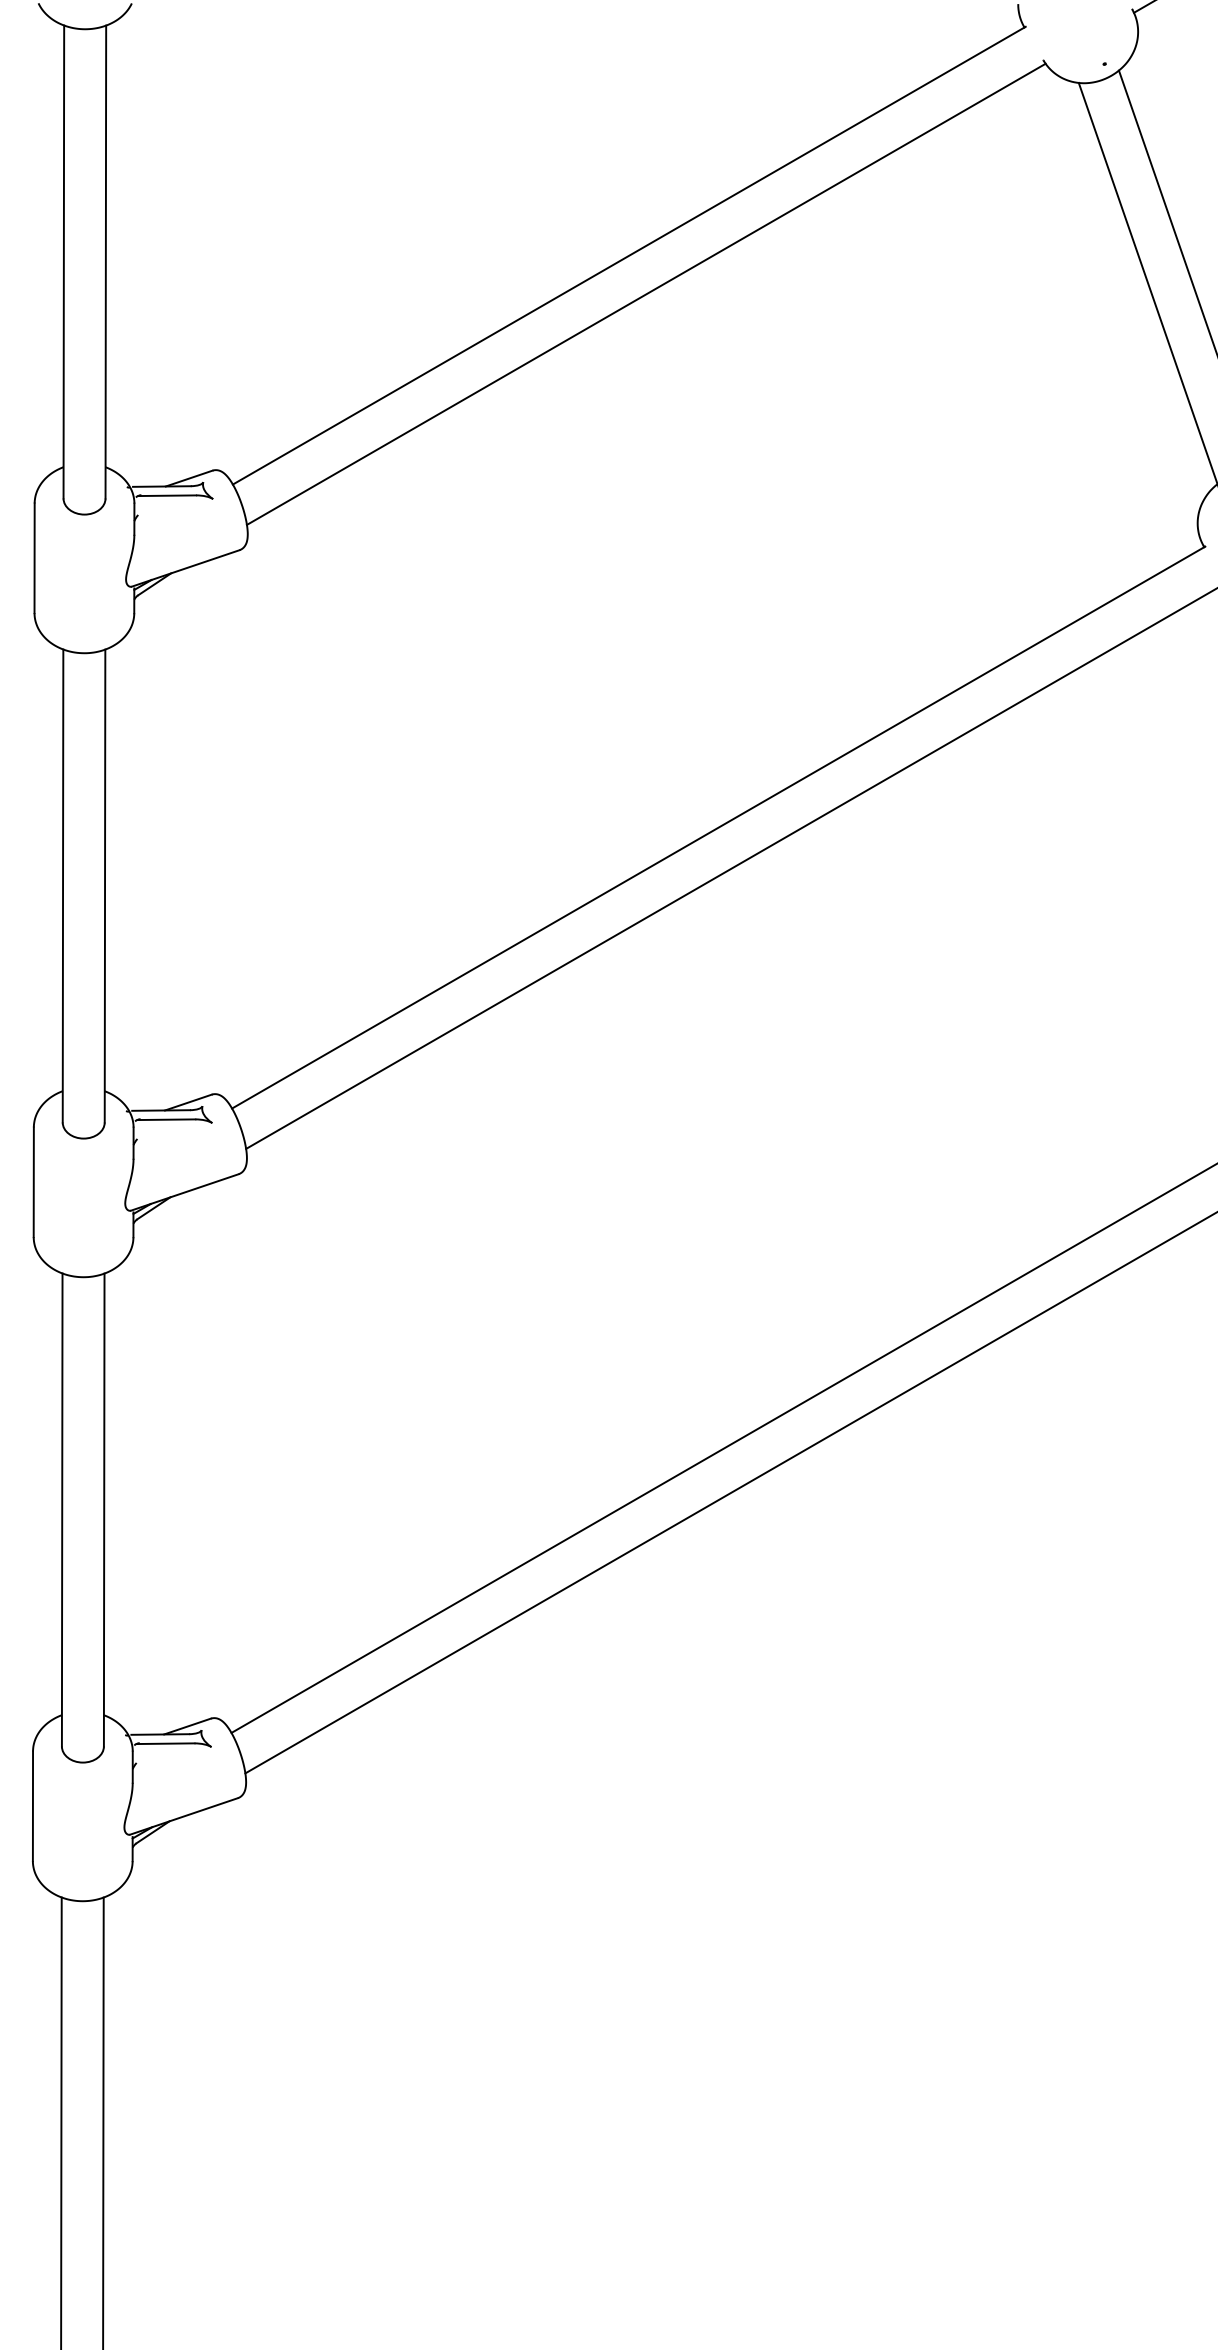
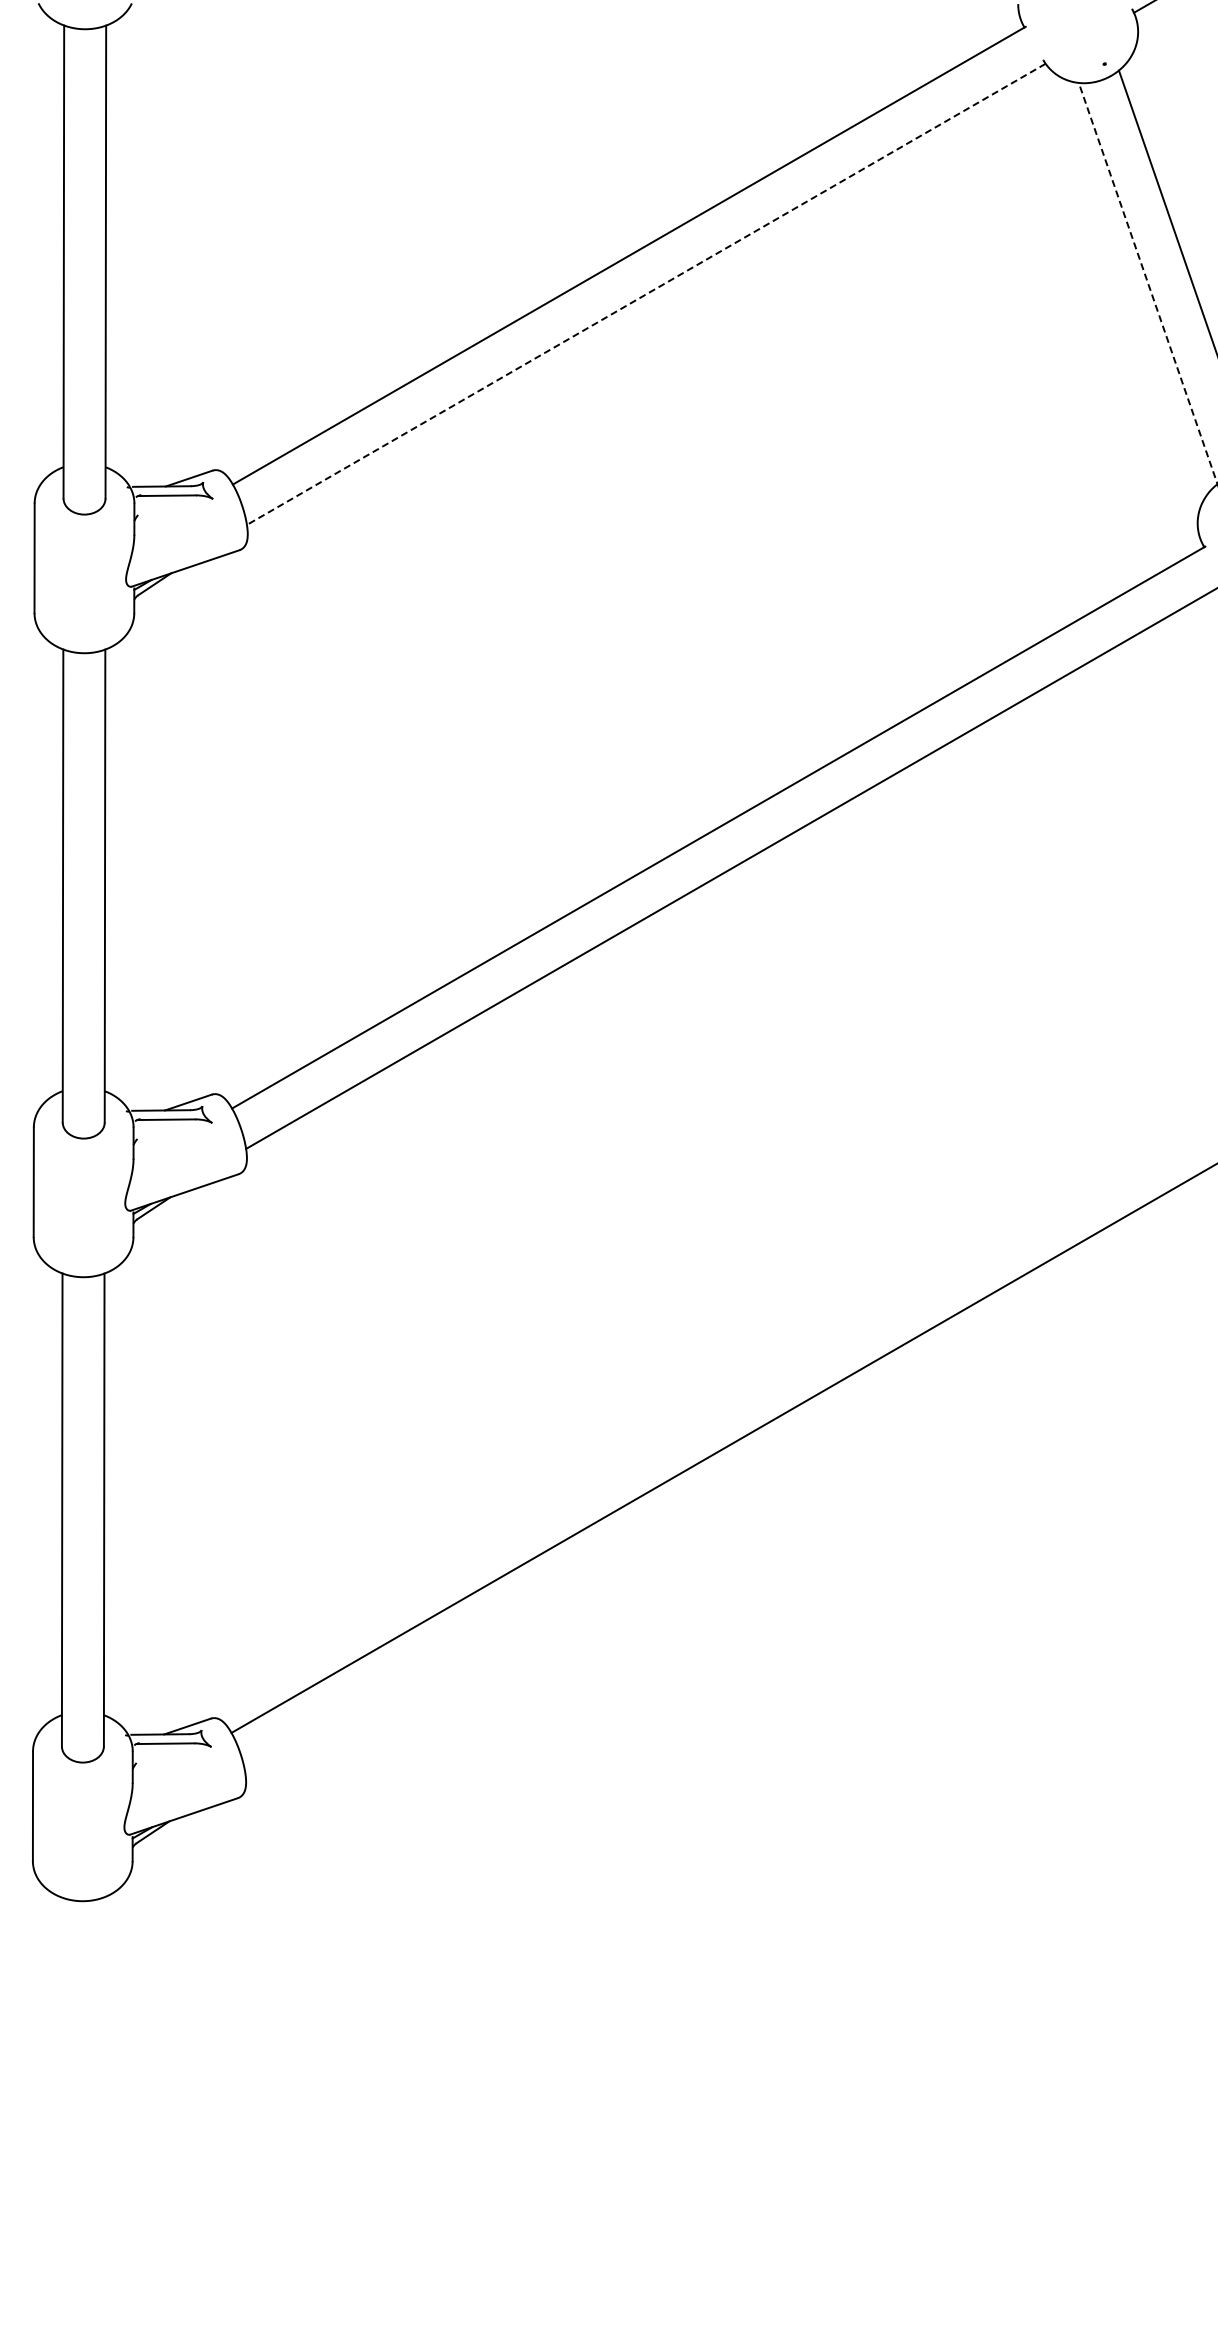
line at (1148, 284): solid -> dashed
line at (645, 294): solid -> dashed
line at (729, 1493): present -> none
line at (61, 2121): present -> none
line at (103, 2121): present -> none
